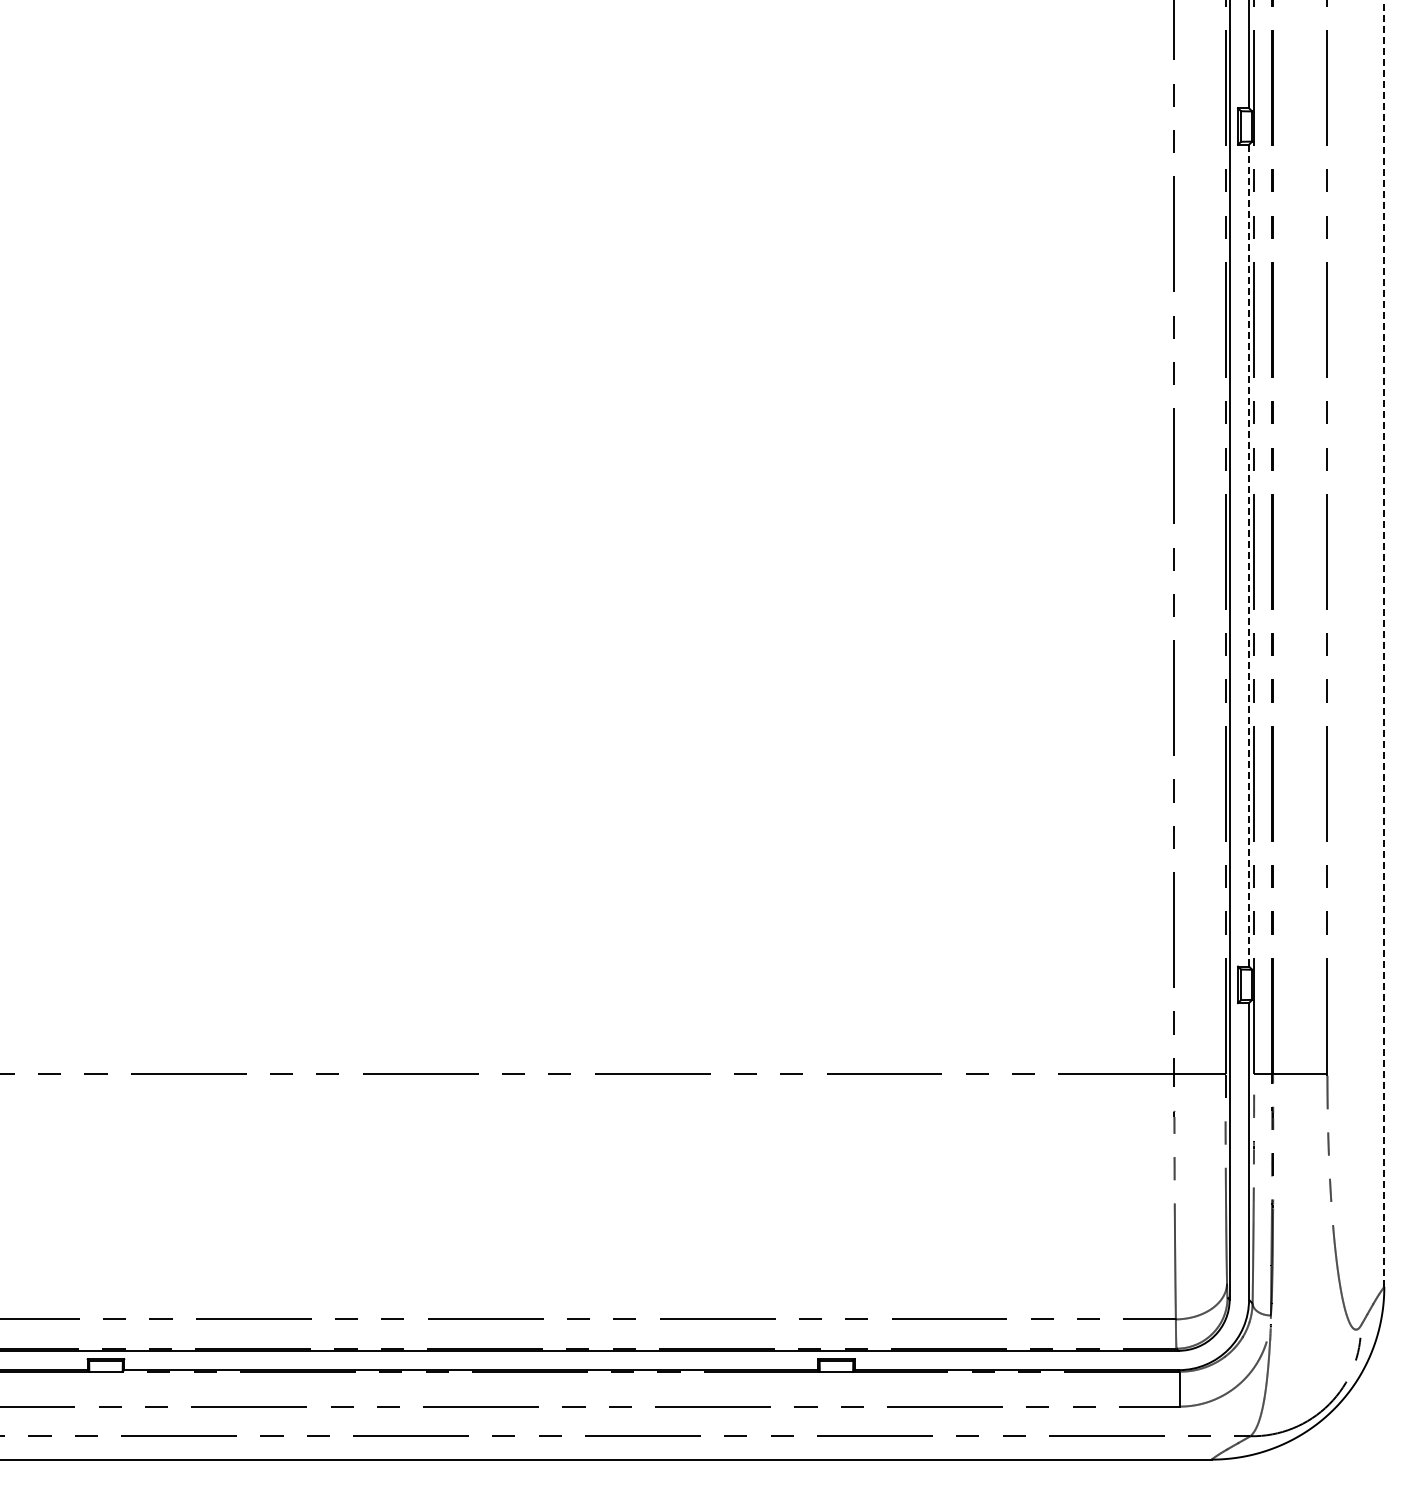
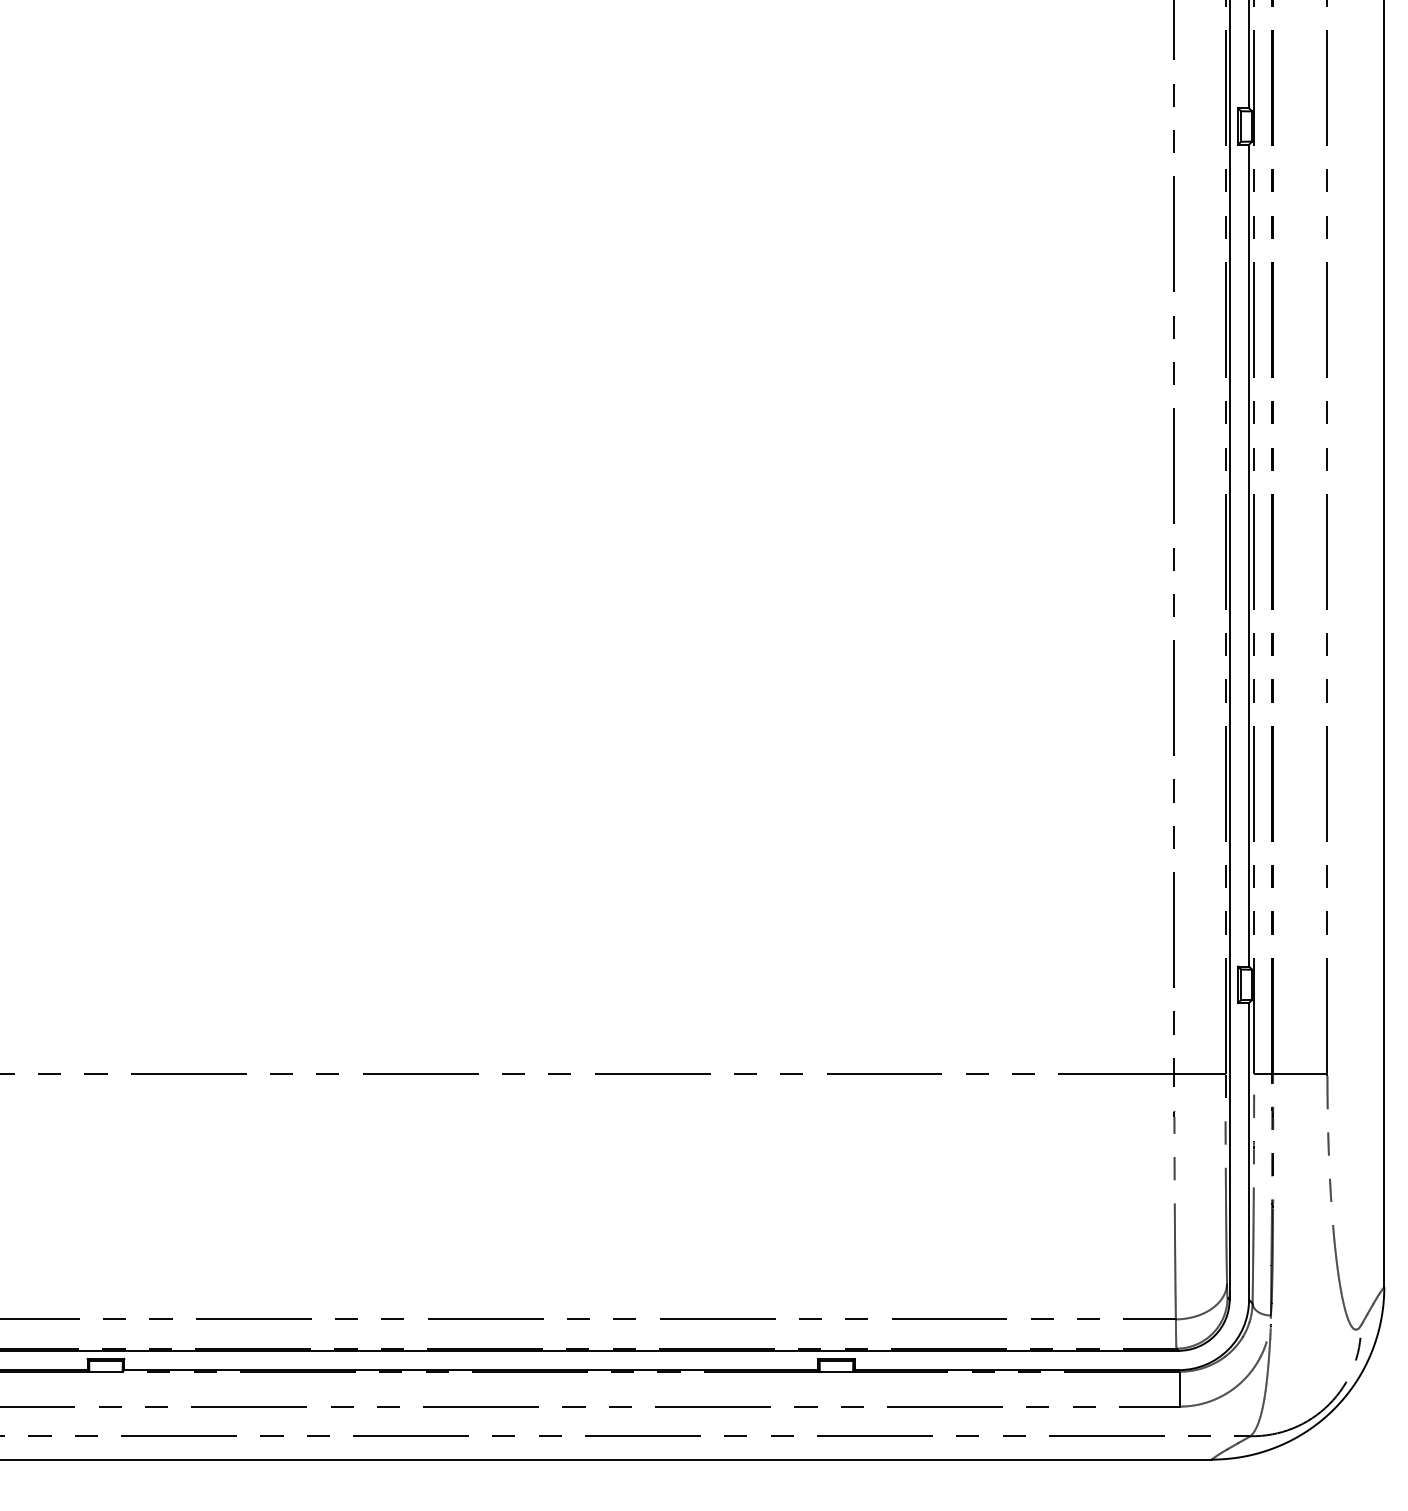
line at (1249, 555): dashed -> solid
line at (1384, 643): dashed -> solid
